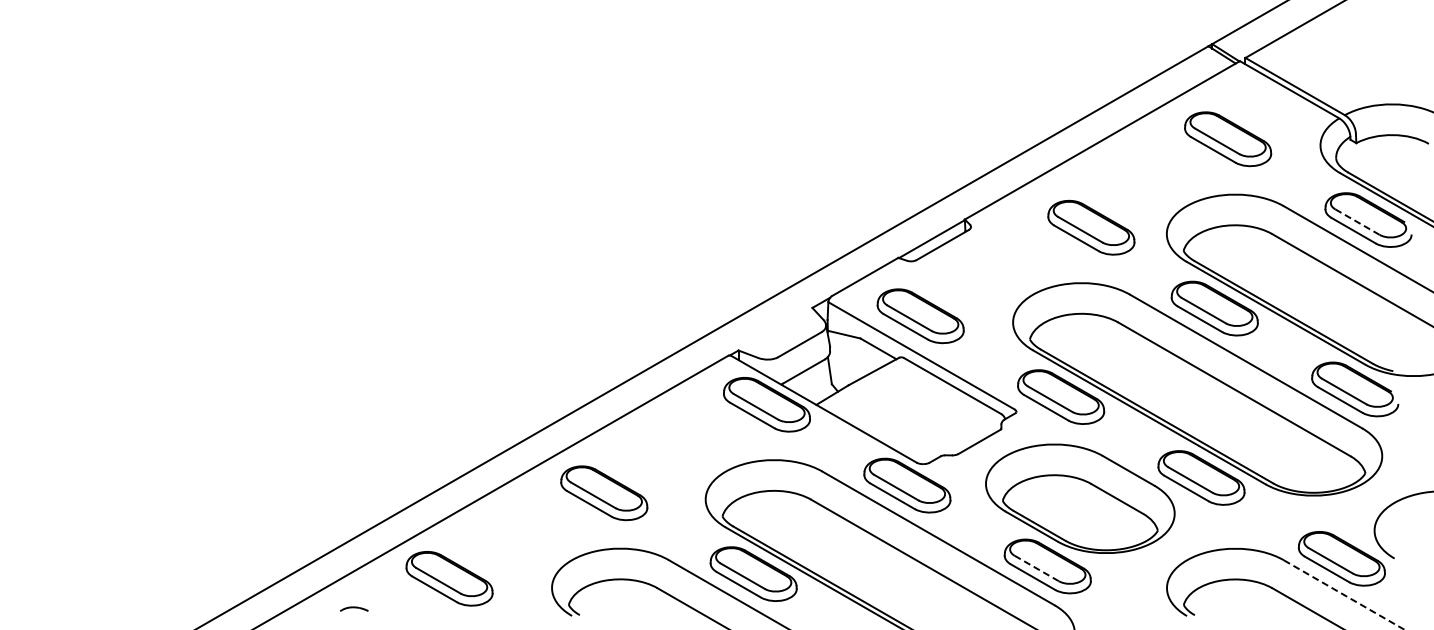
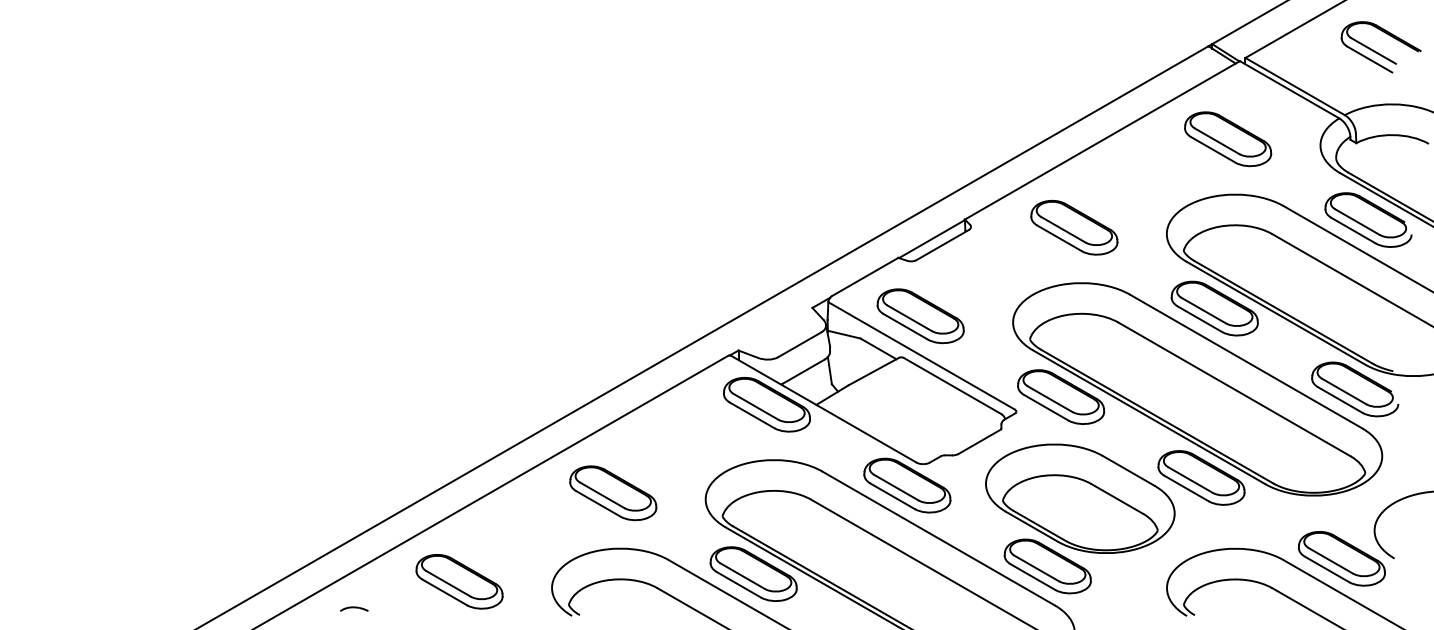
part at (1380, 47): none -> present
line at (1357, 222): dashed -> solid
part at (1091, 227) position: (1091, 227) -> (1074, 227)
part at (604, 493) position: (604, 493) -> (613, 493)
line at (1036, 568): dashed -> solid
part at (449, 578) position: (449, 578) -> (459, 581)
line at (1344, 595): dashed -> solid
